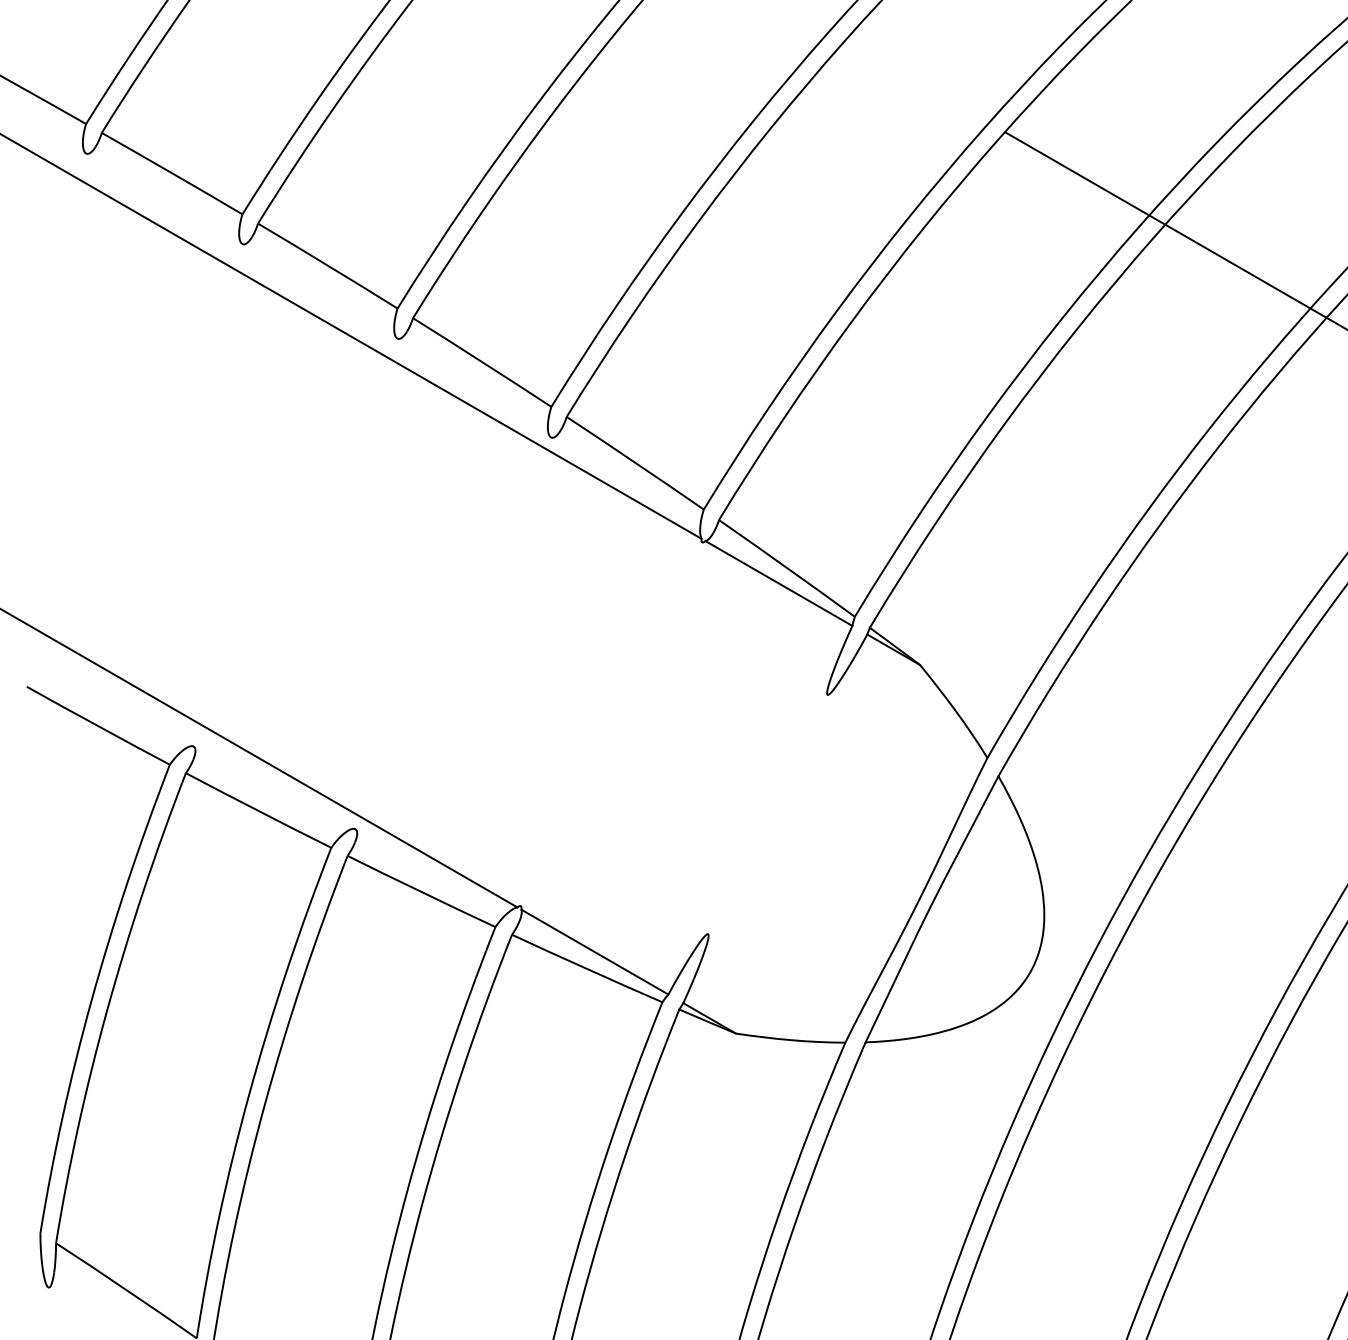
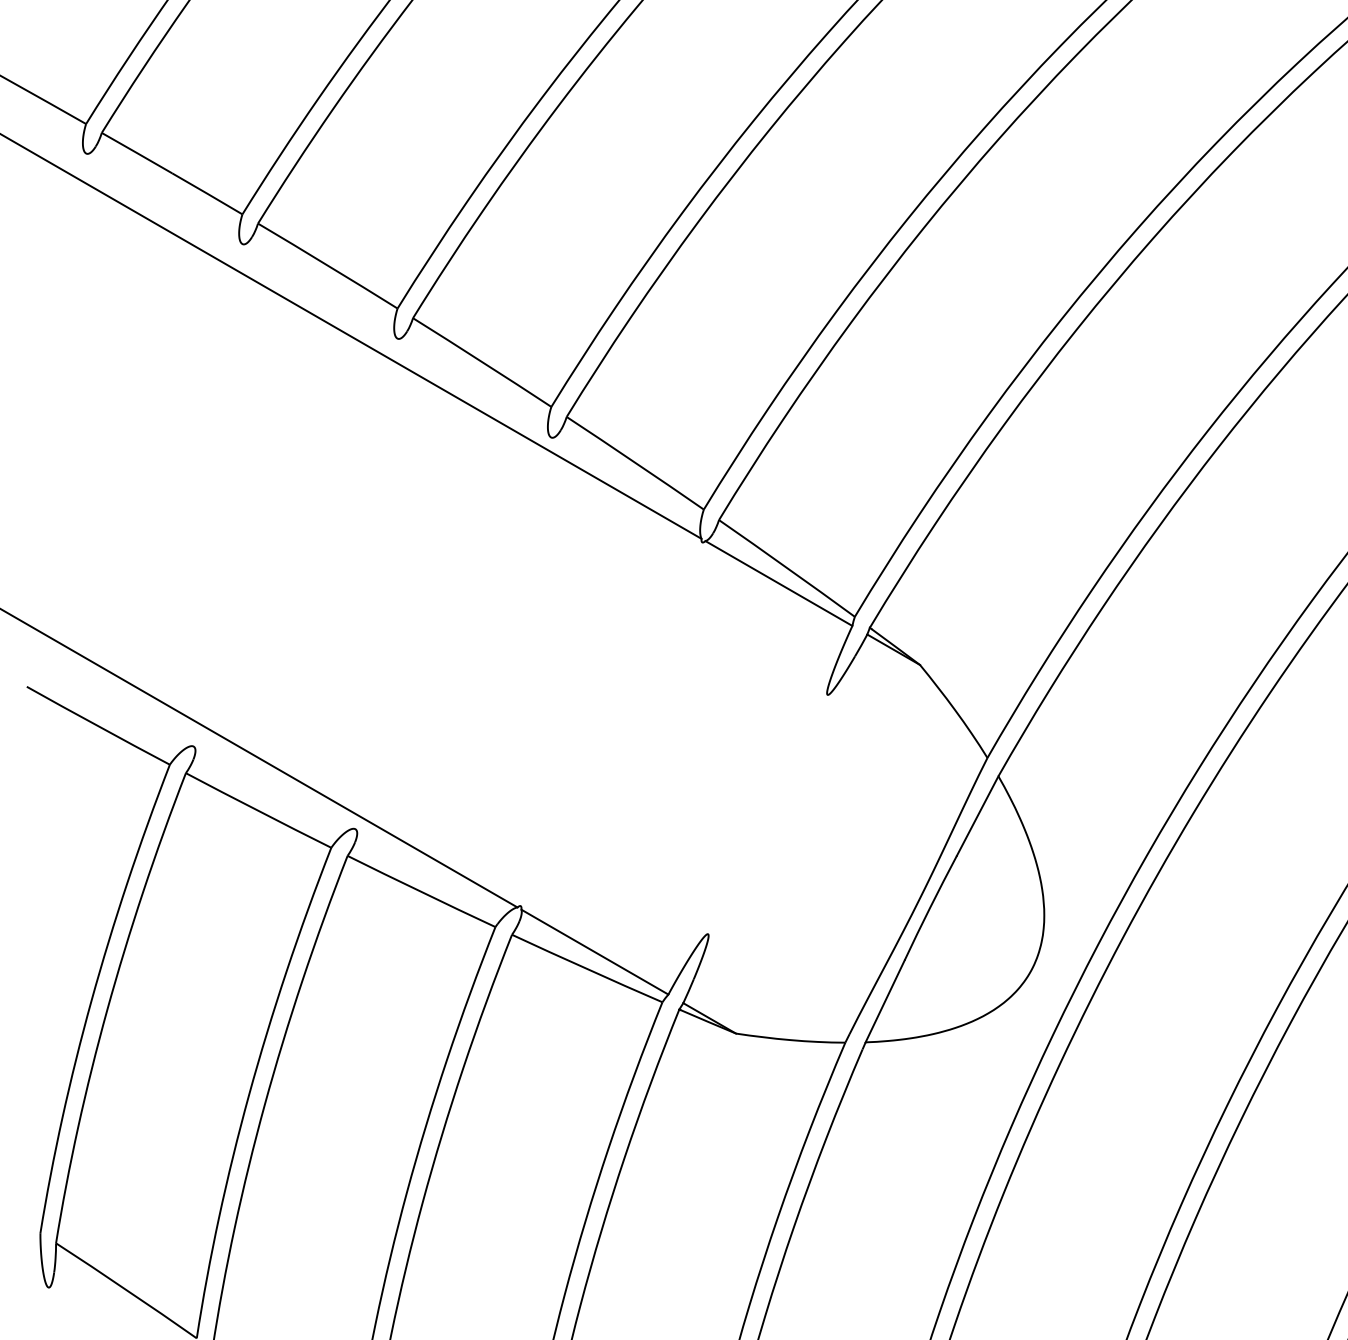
line at (1174, 230): present -> none
